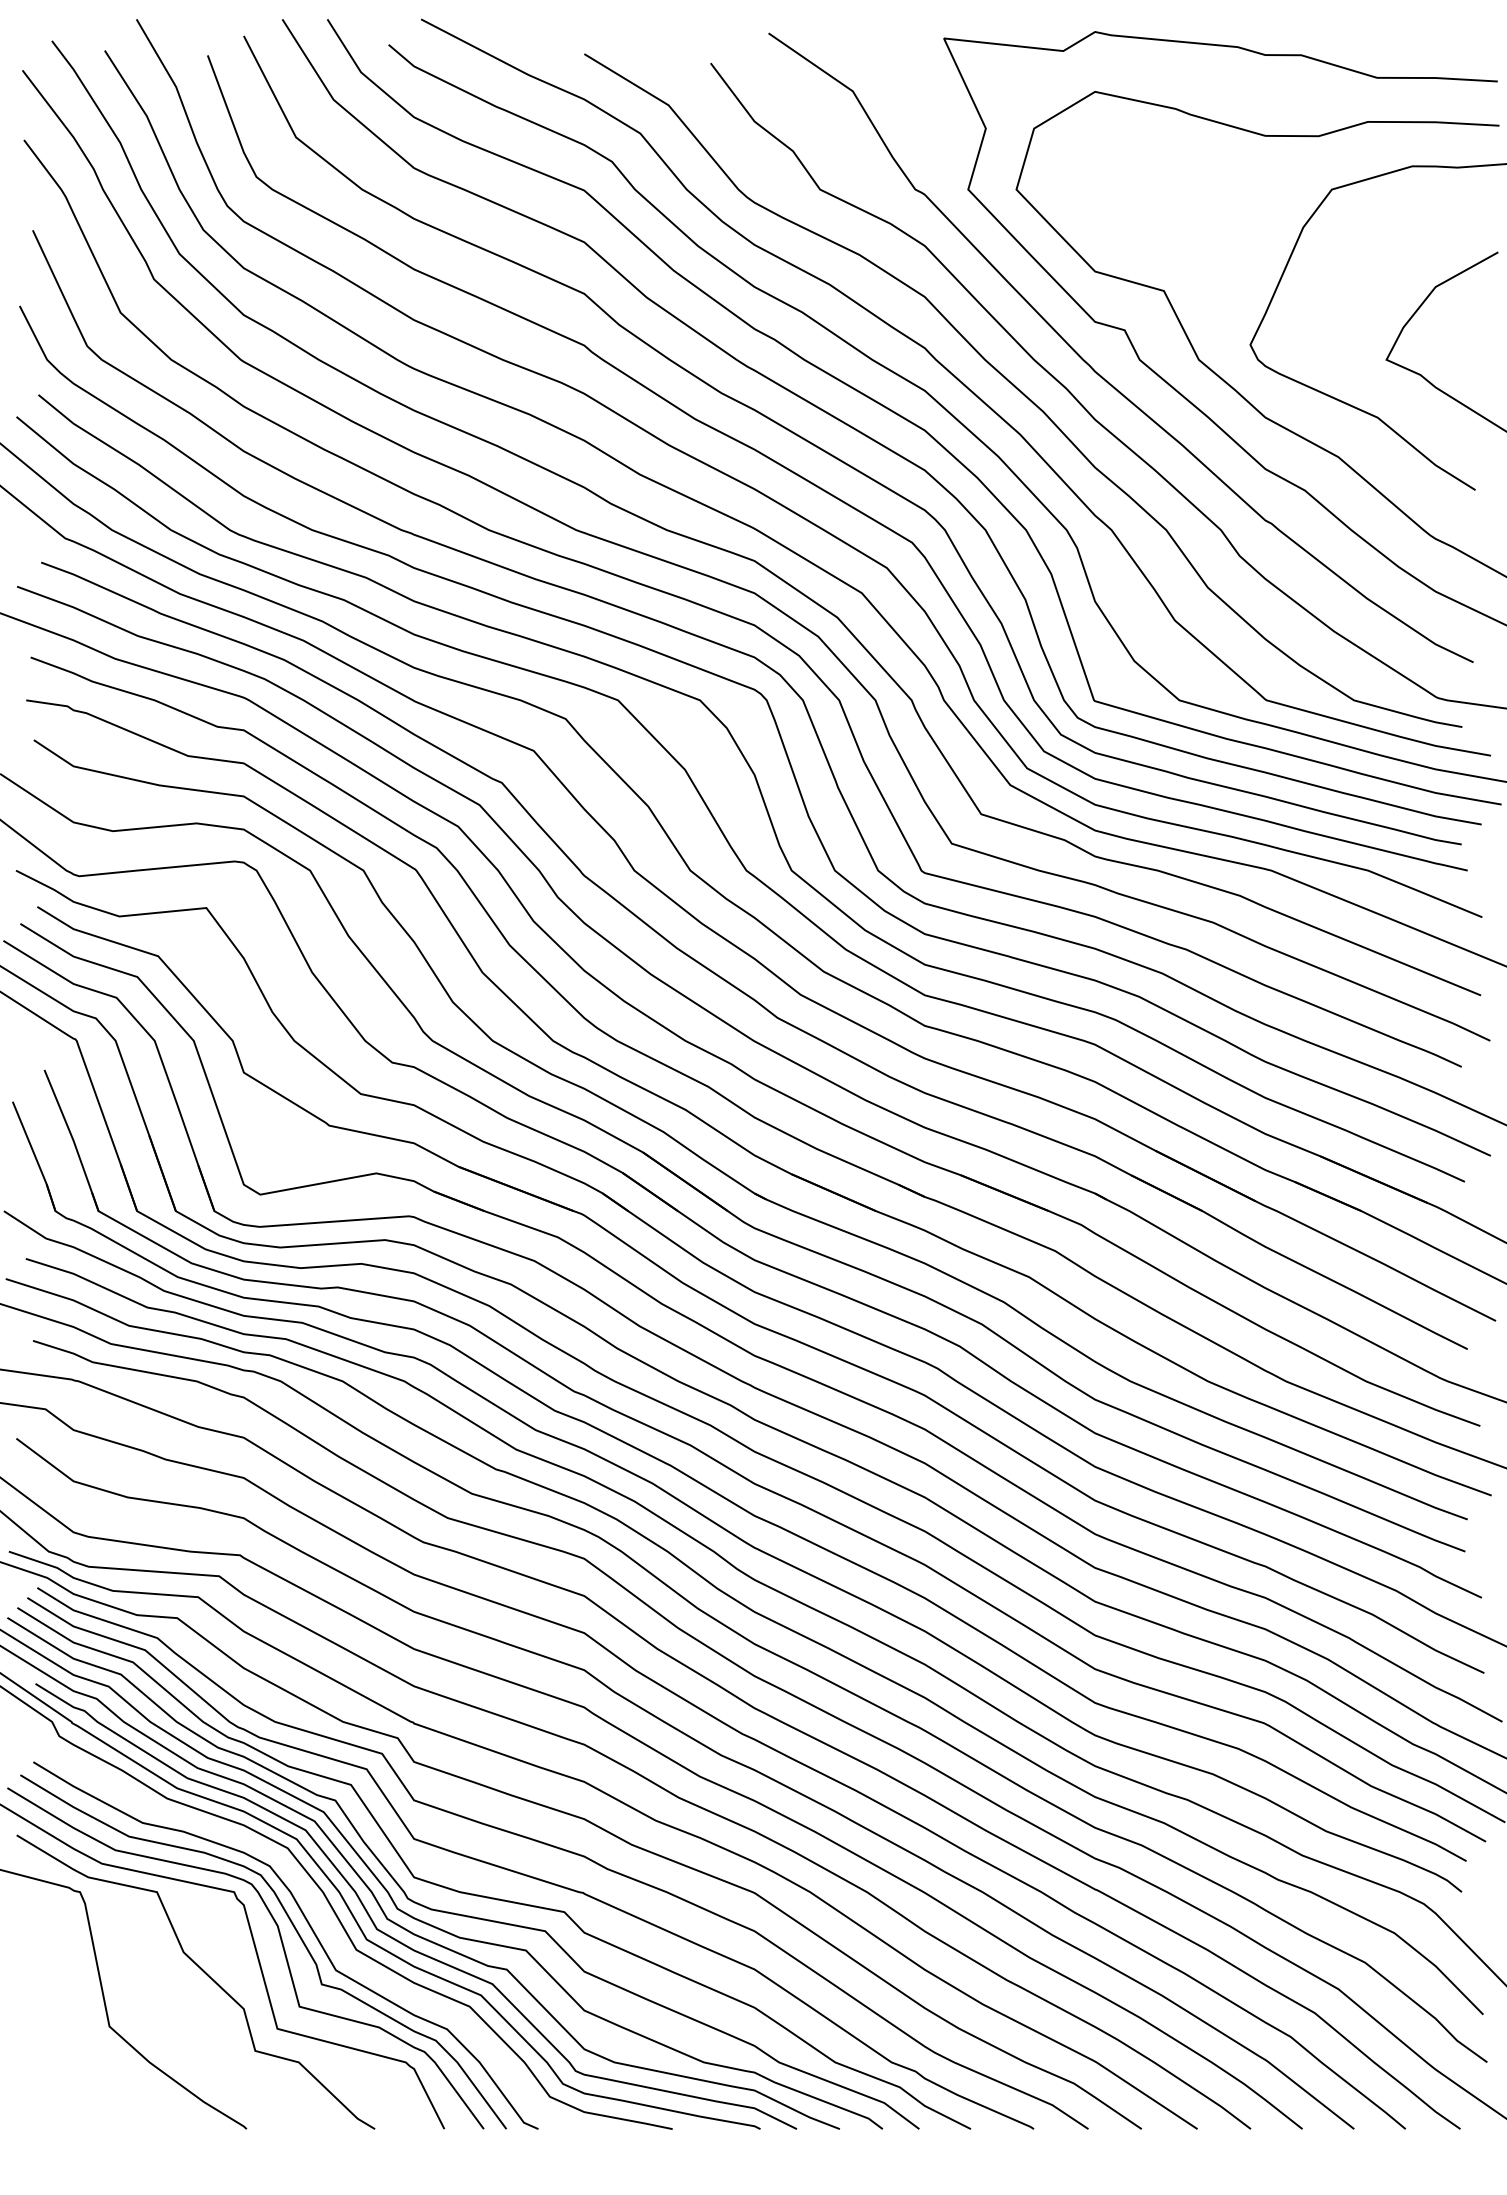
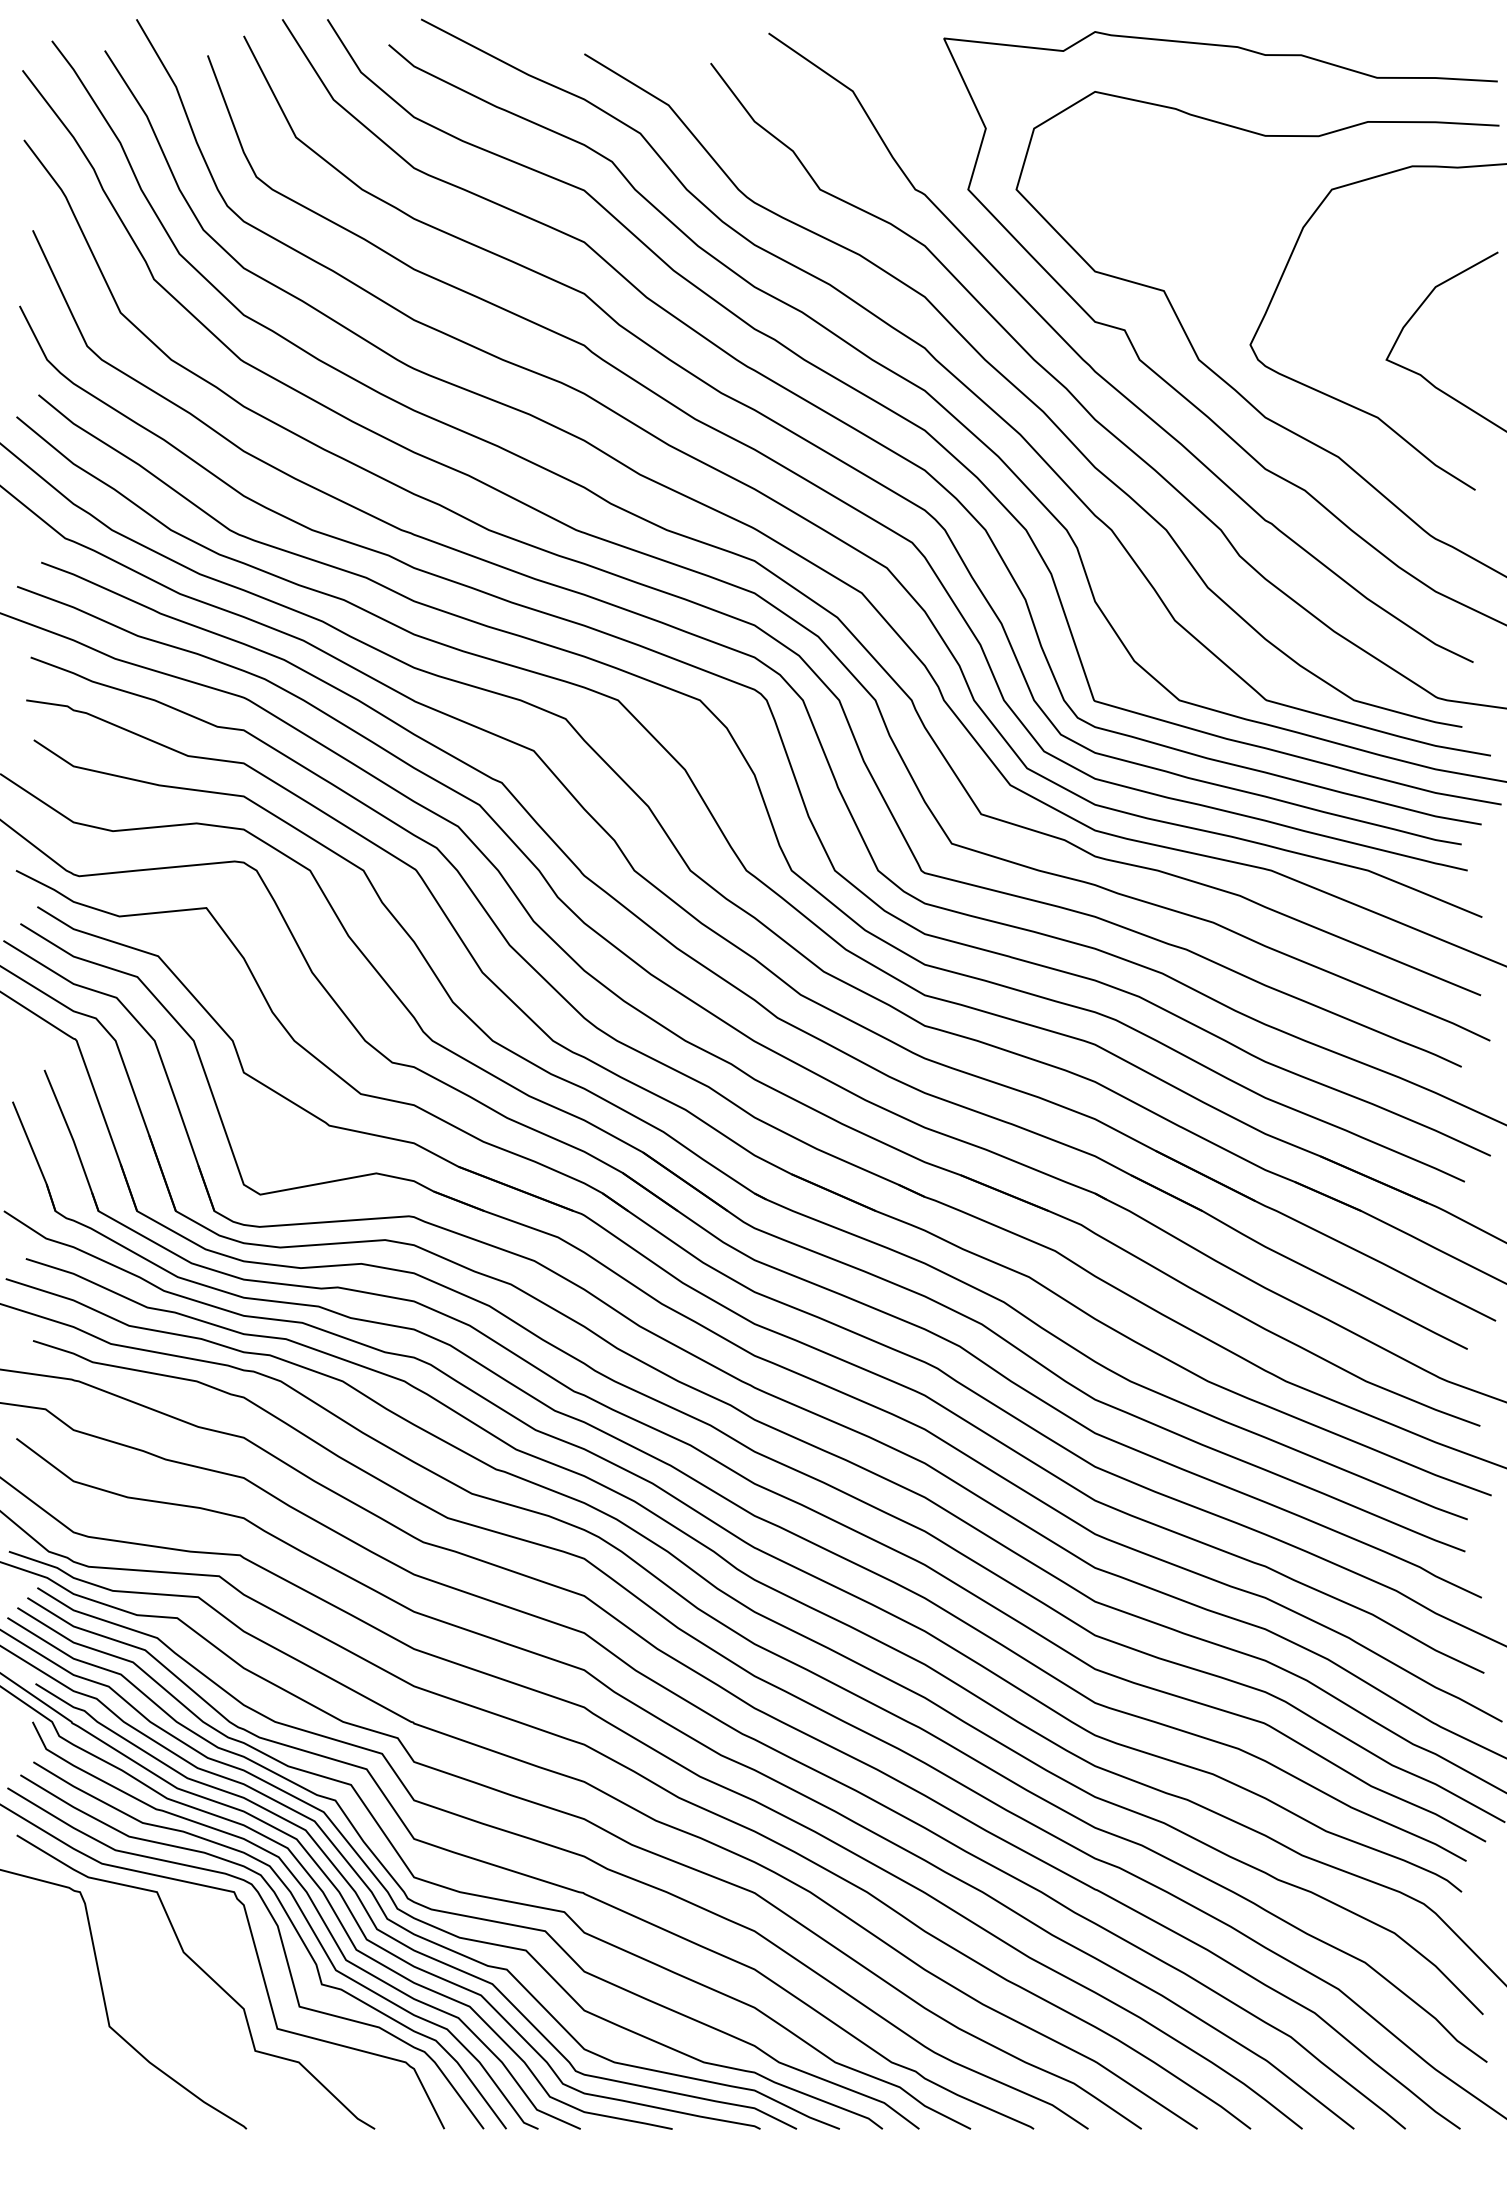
curve at (320, 1918): none -> present
